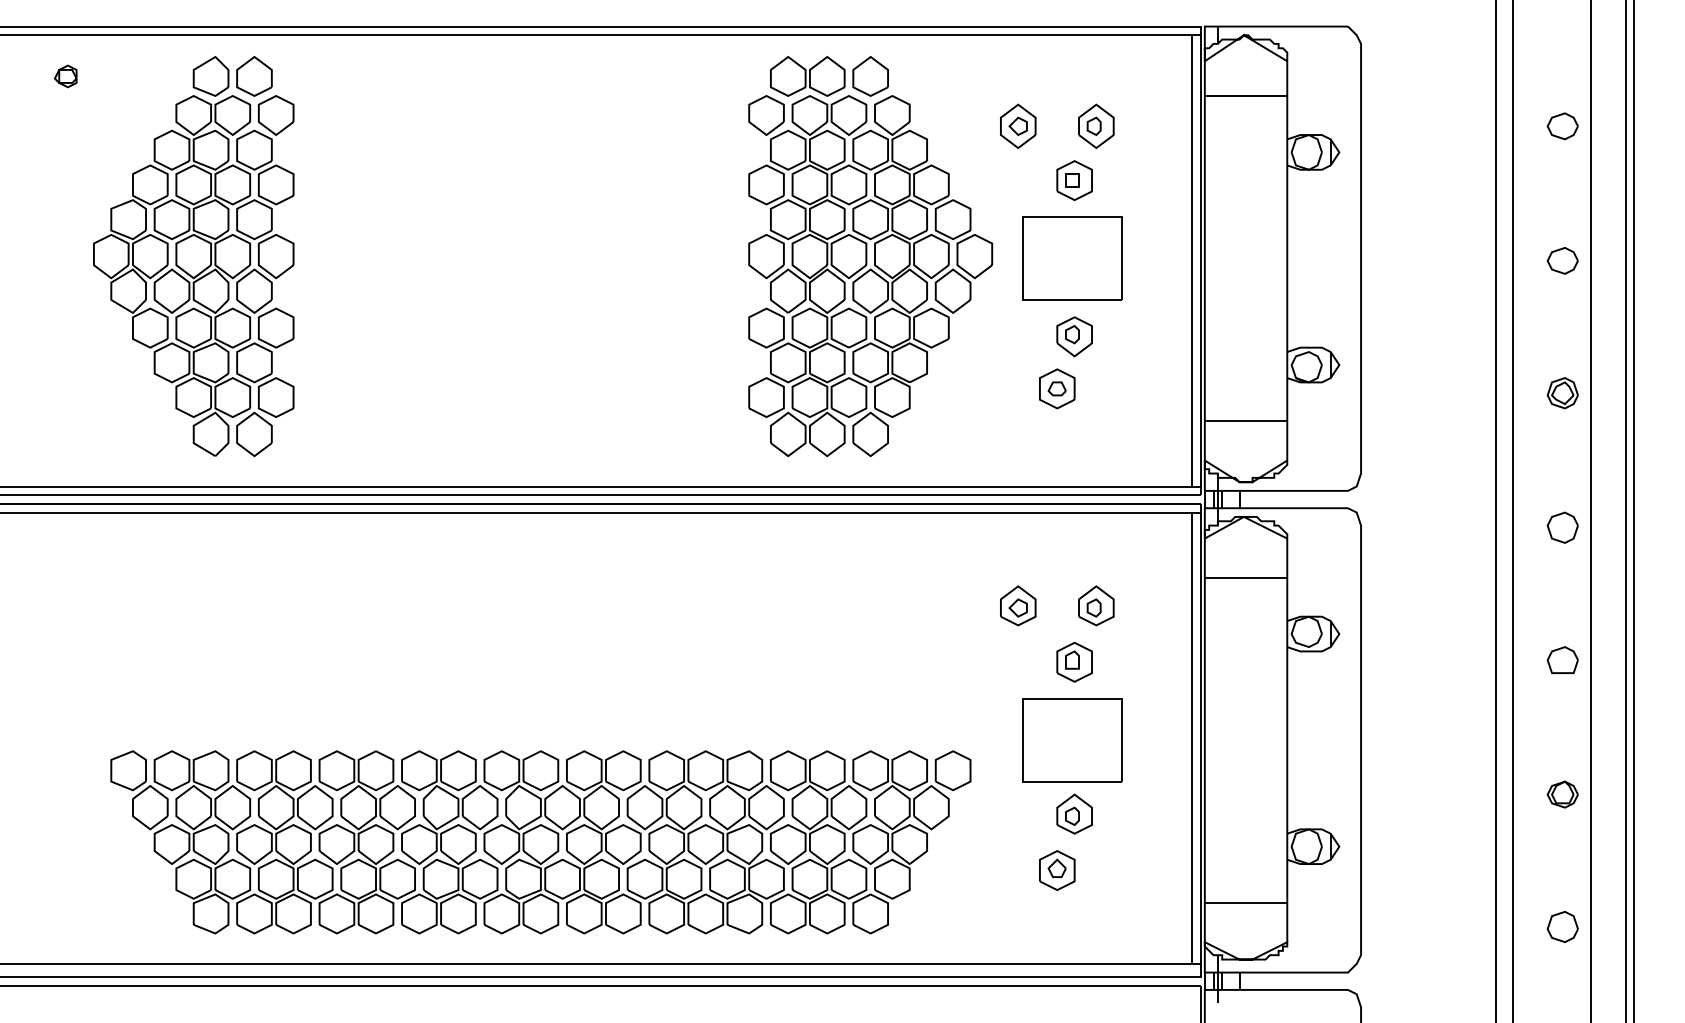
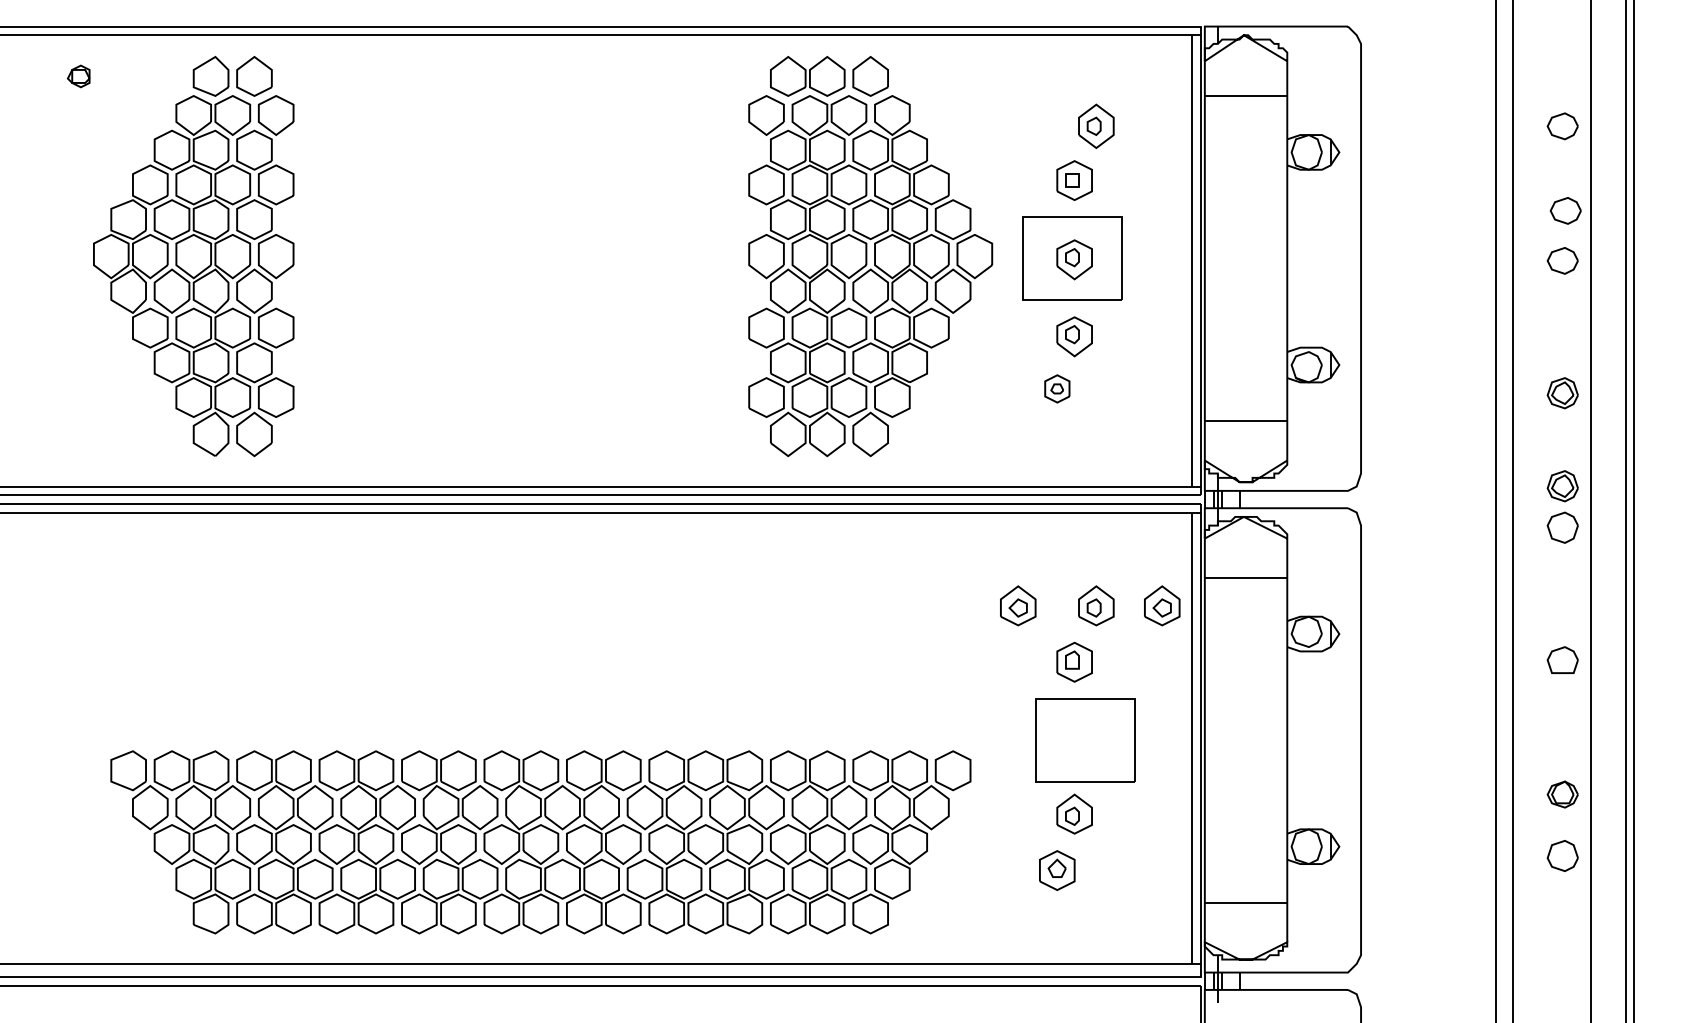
part at (65, 76) position: (65, 76) -> (78, 76)
part at (1018, 125): present -> none
part at (1565, 210): none -> present
part at (1074, 259): none -> present
part at (1057, 388) size: 37x42 px -> 27x30 px
part at (1562, 486): none -> present
part at (1162, 605): none -> present
part at (1072, 740) position: (1072, 740) -> (1085, 740)
part at (1562, 926) position: (1562, 926) -> (1562, 855)
